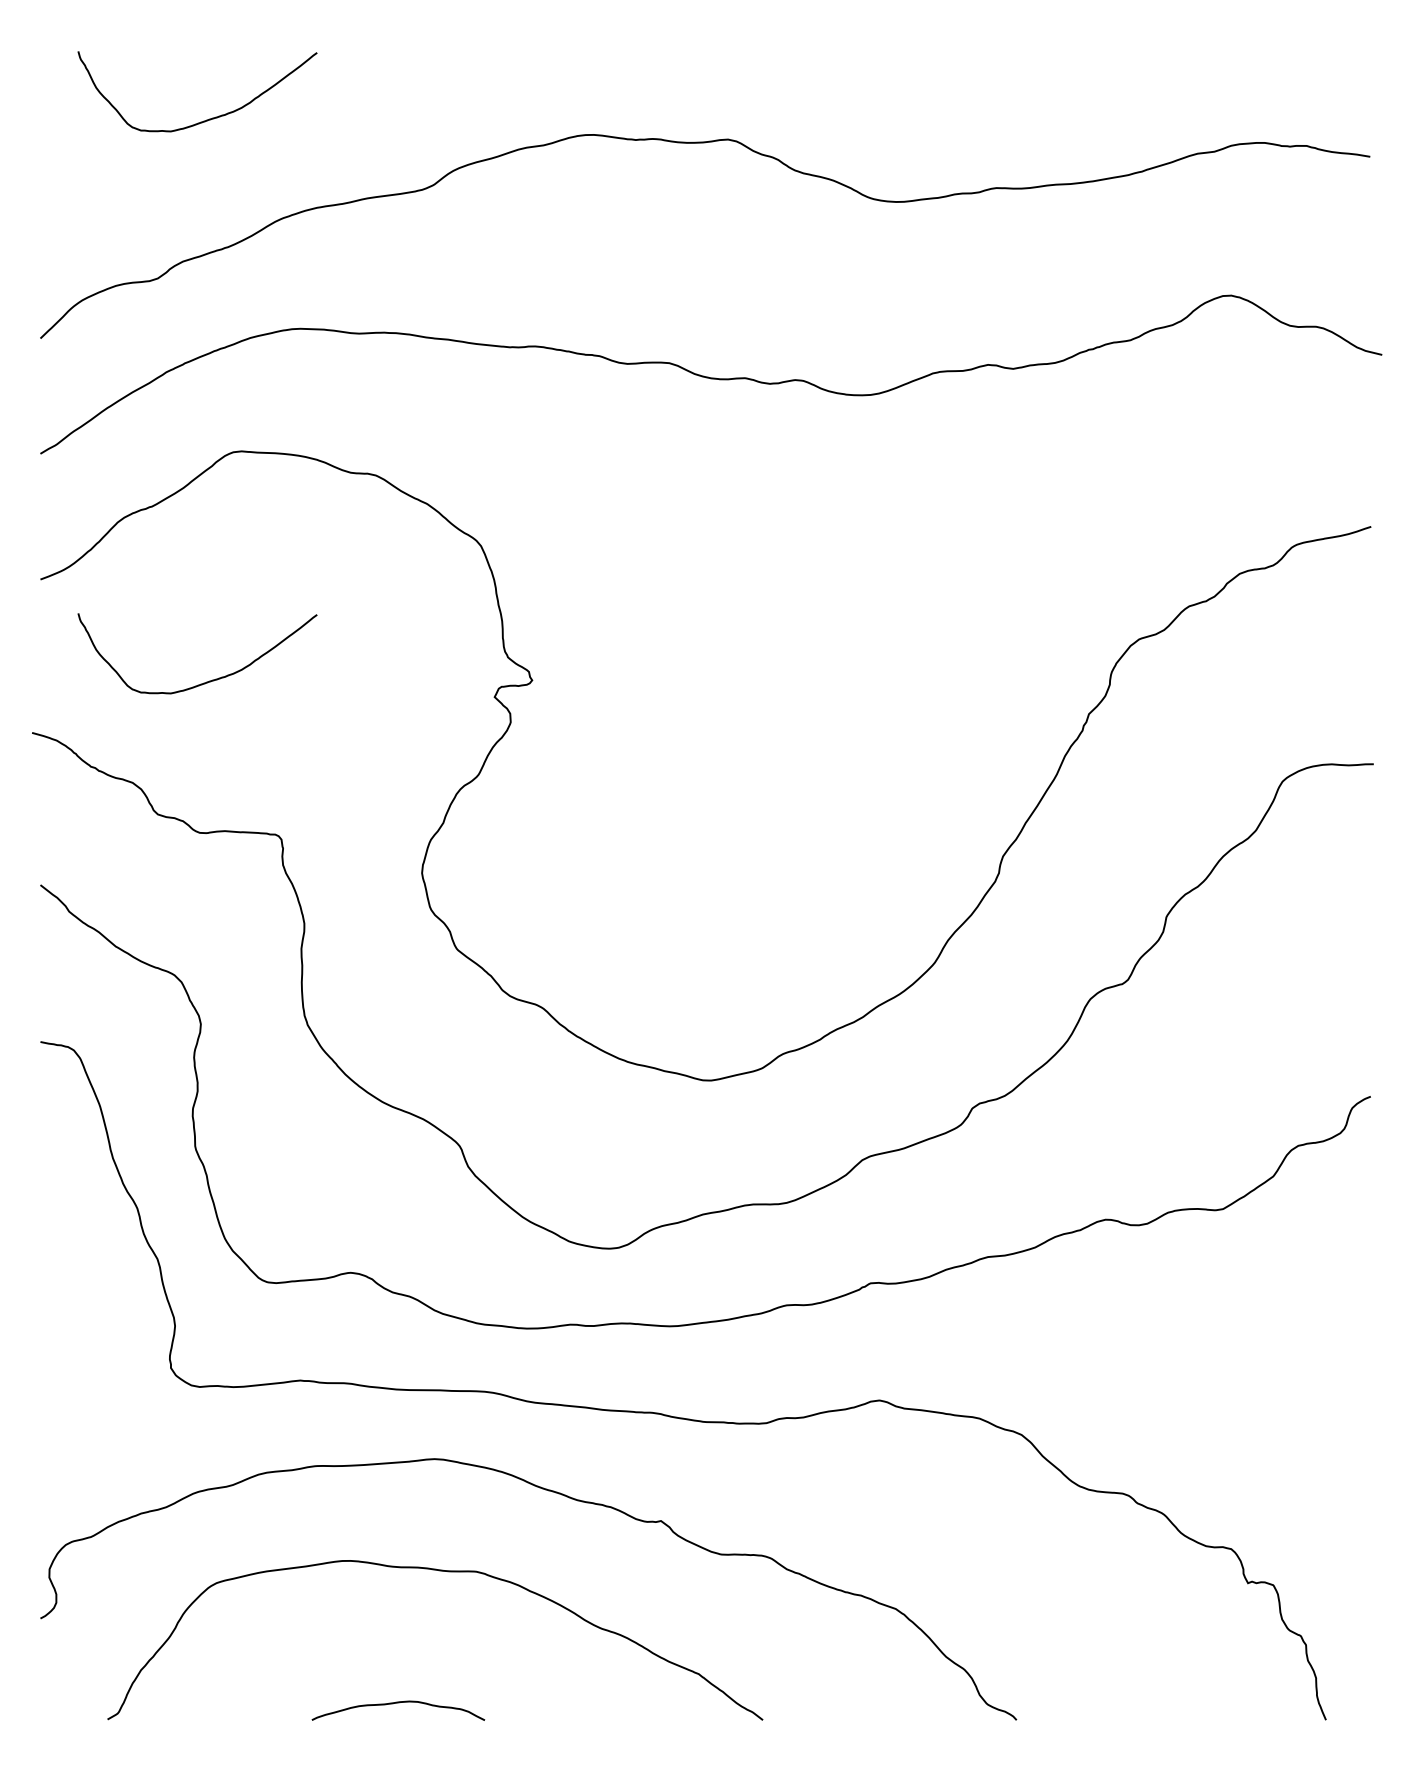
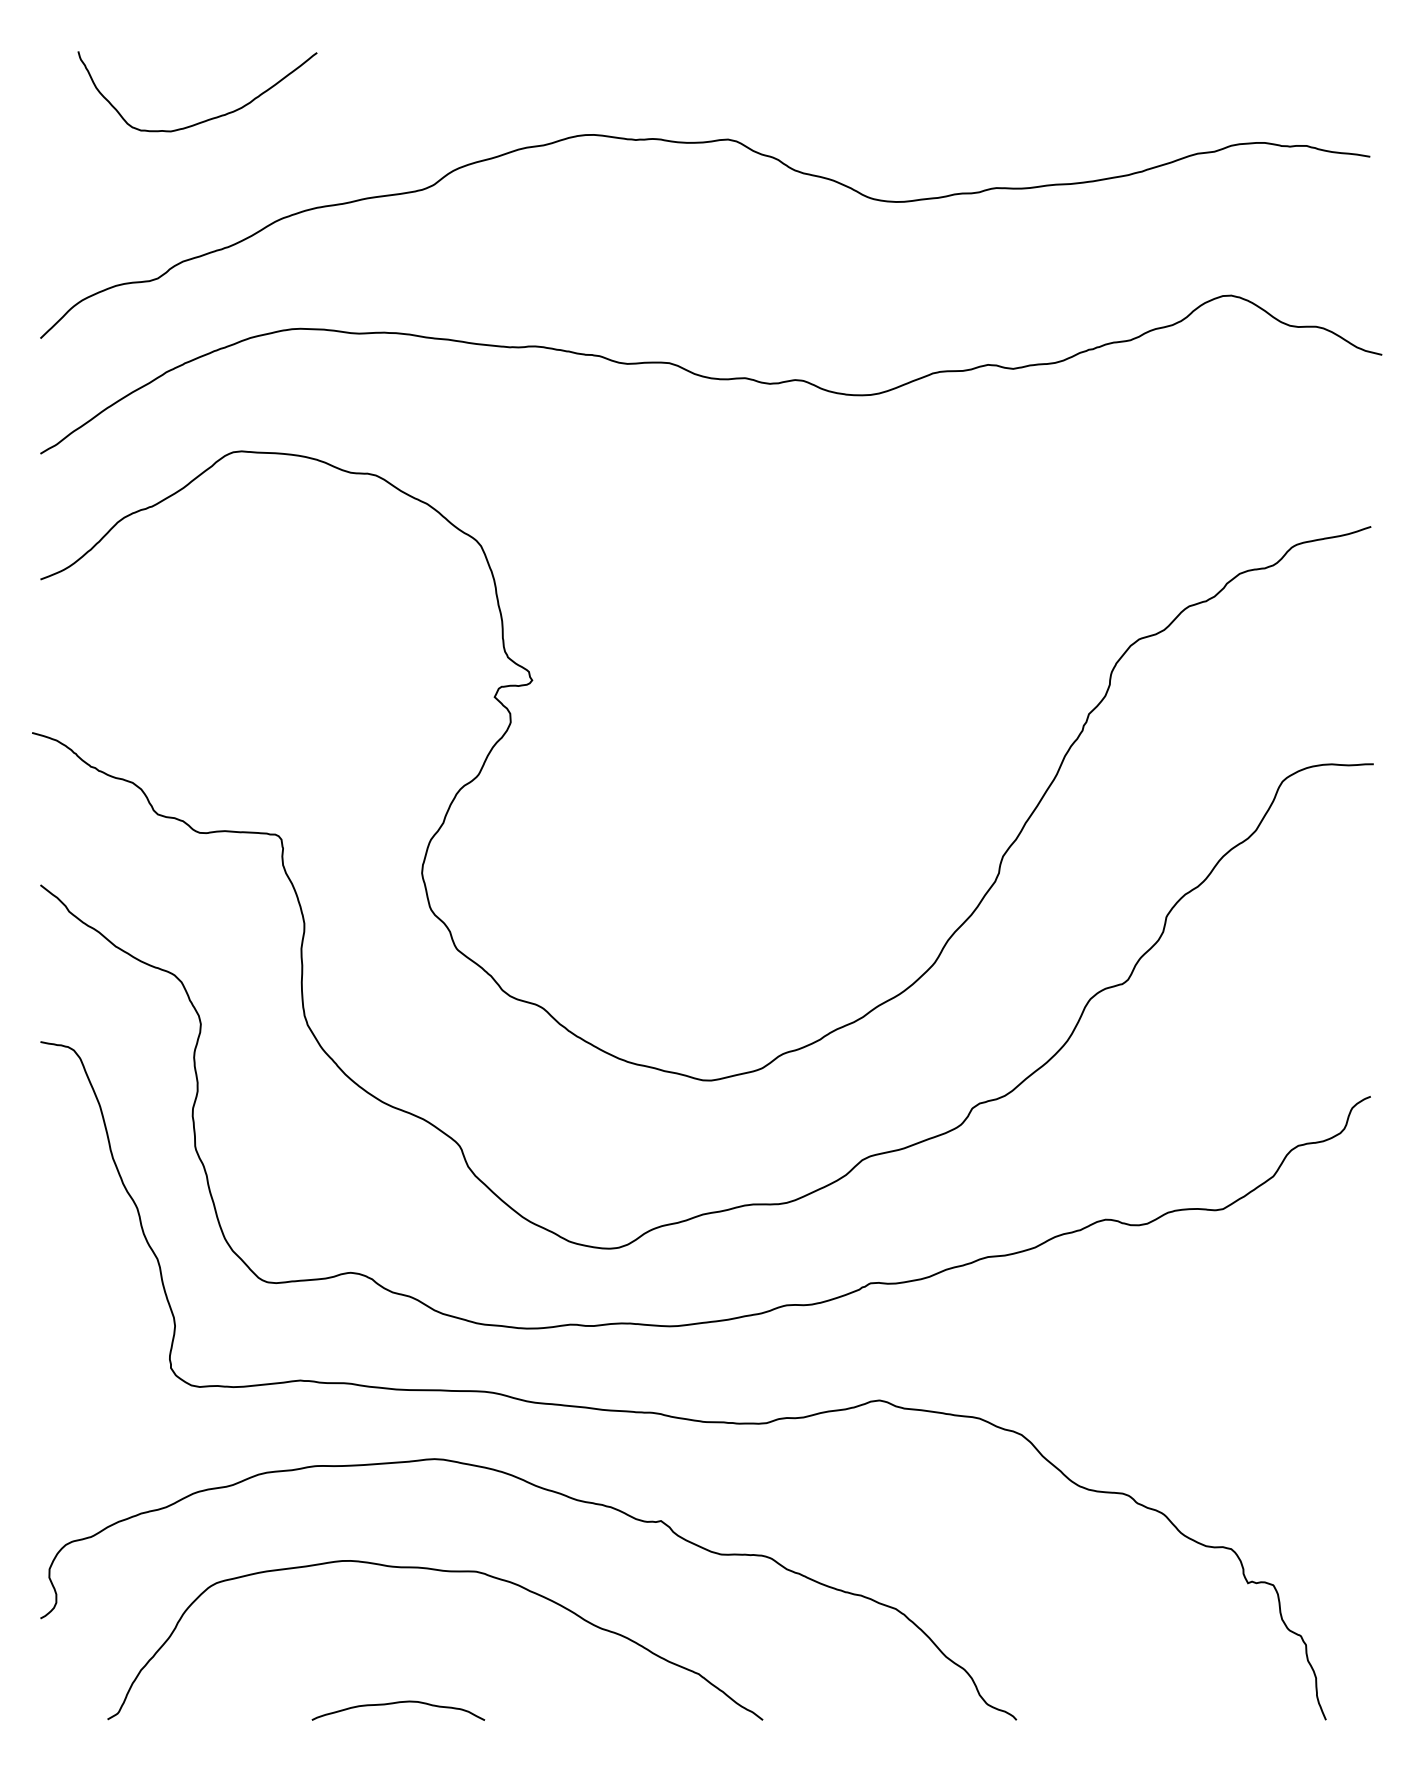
curve at (206, 681): present -> none
